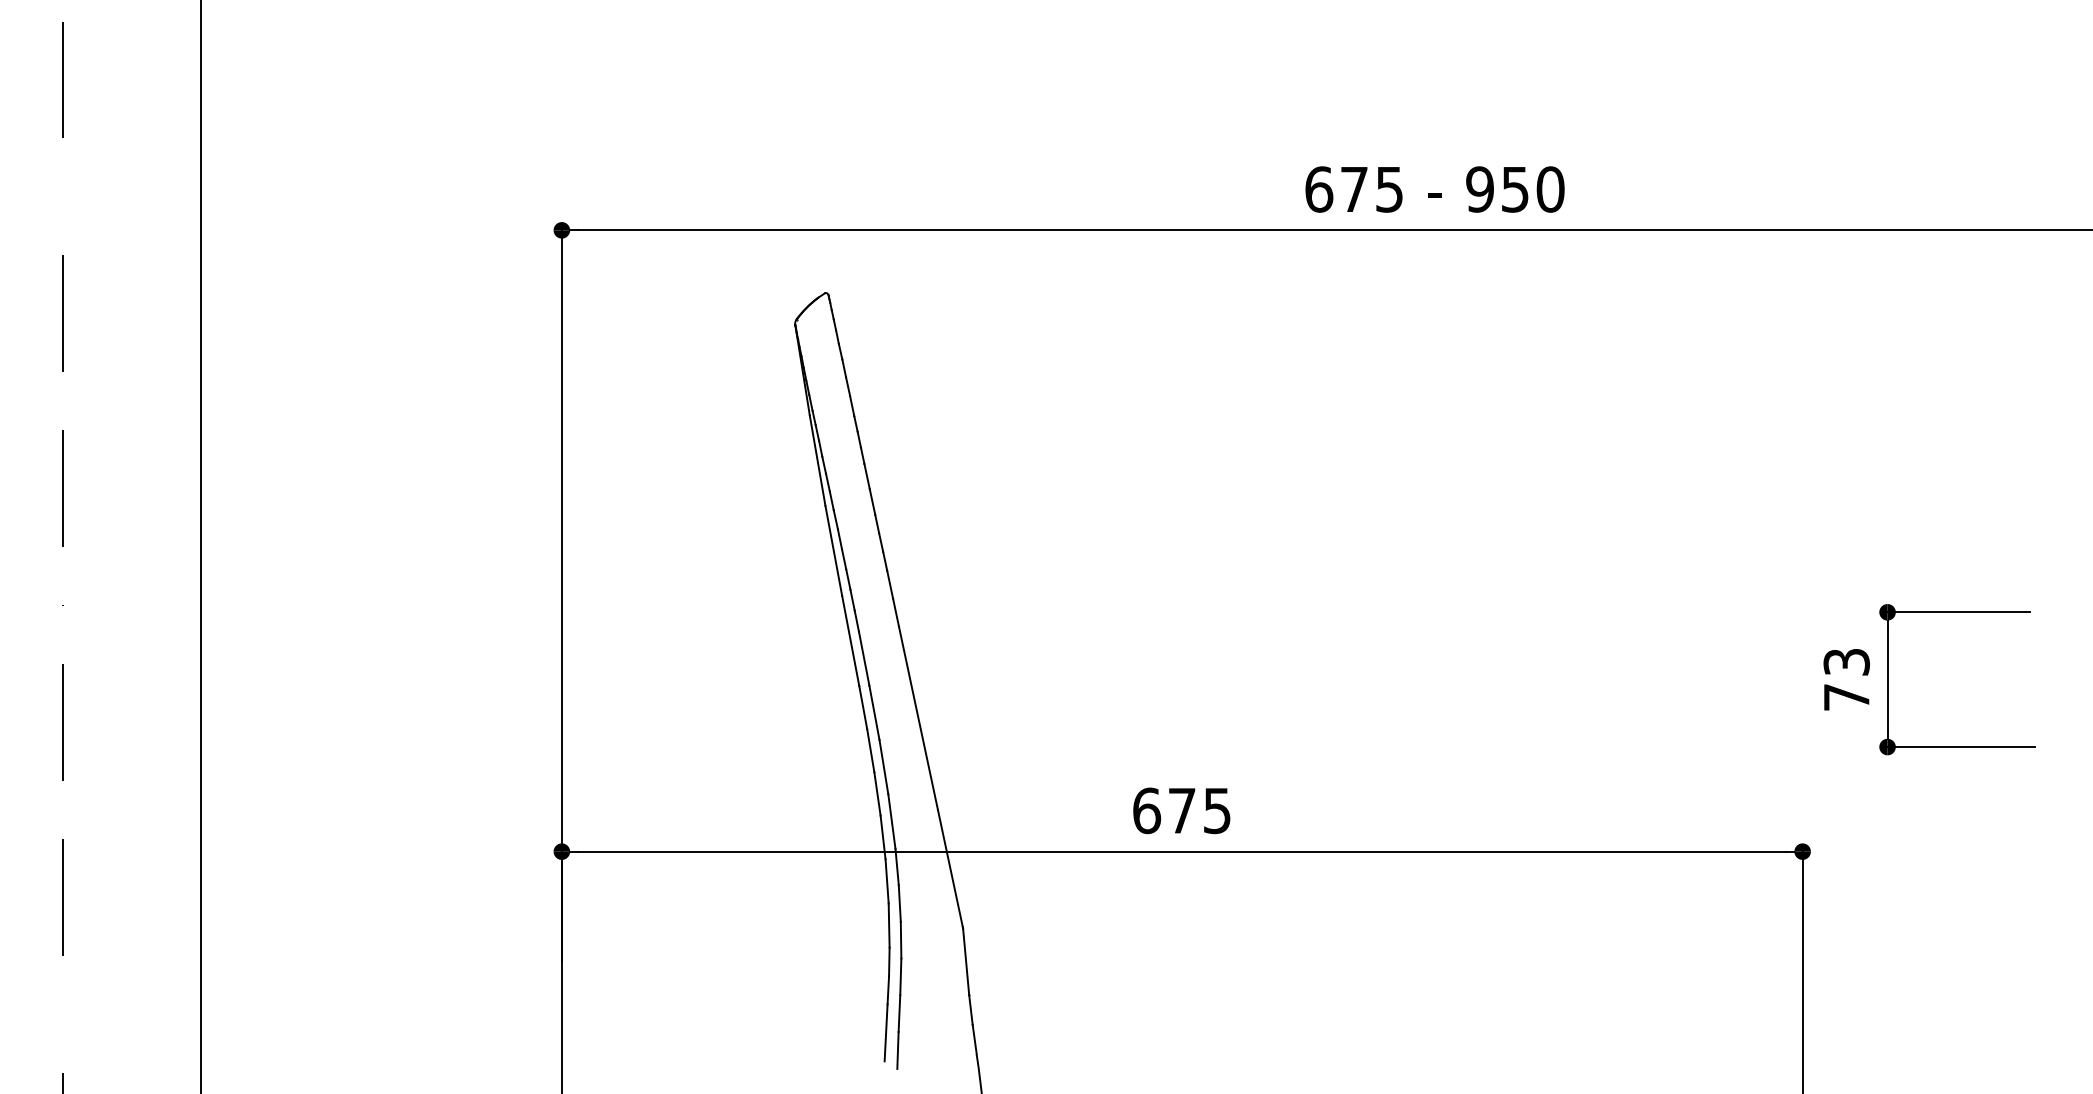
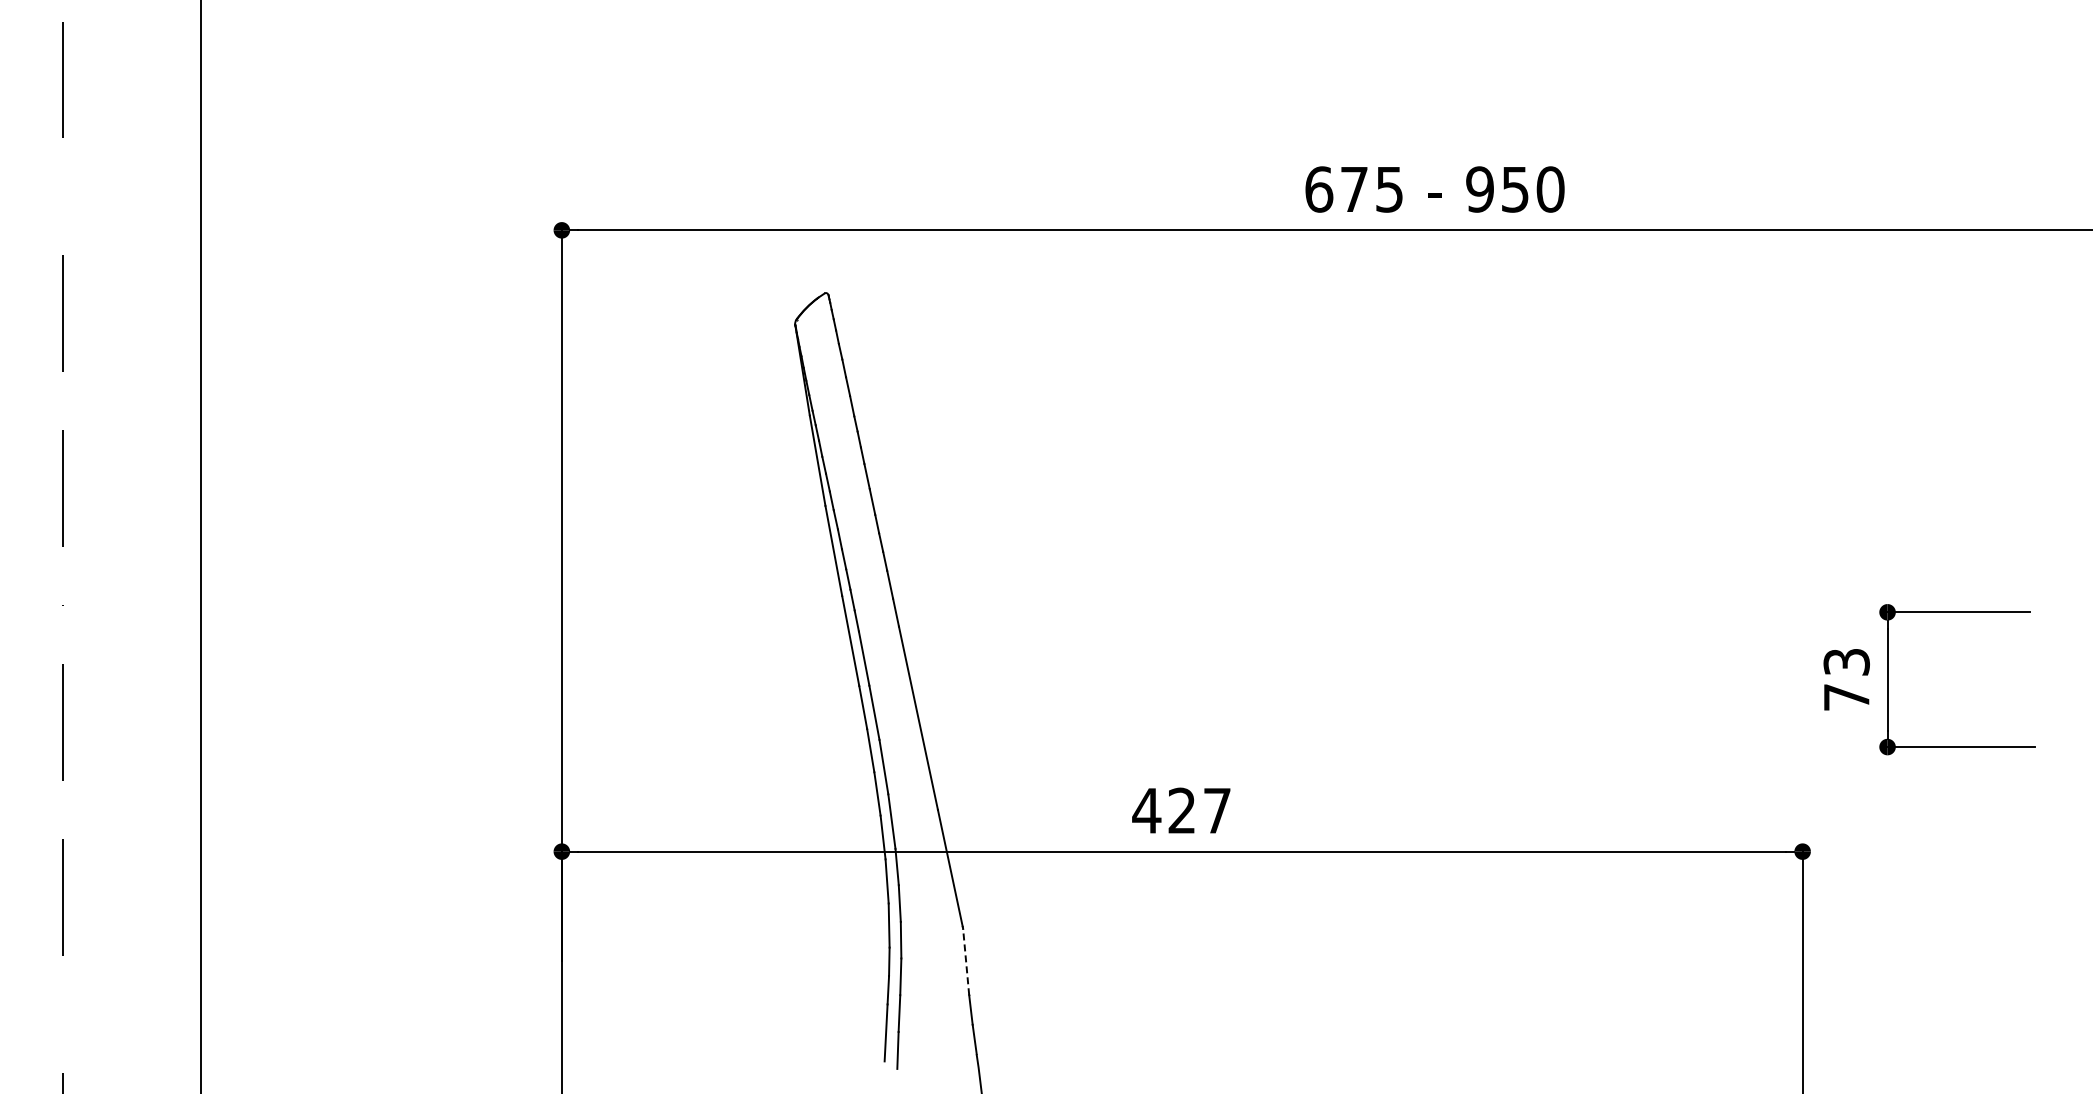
text at (1181, 810): 675 -> 427
line at (966, 961): solid -> dashed
